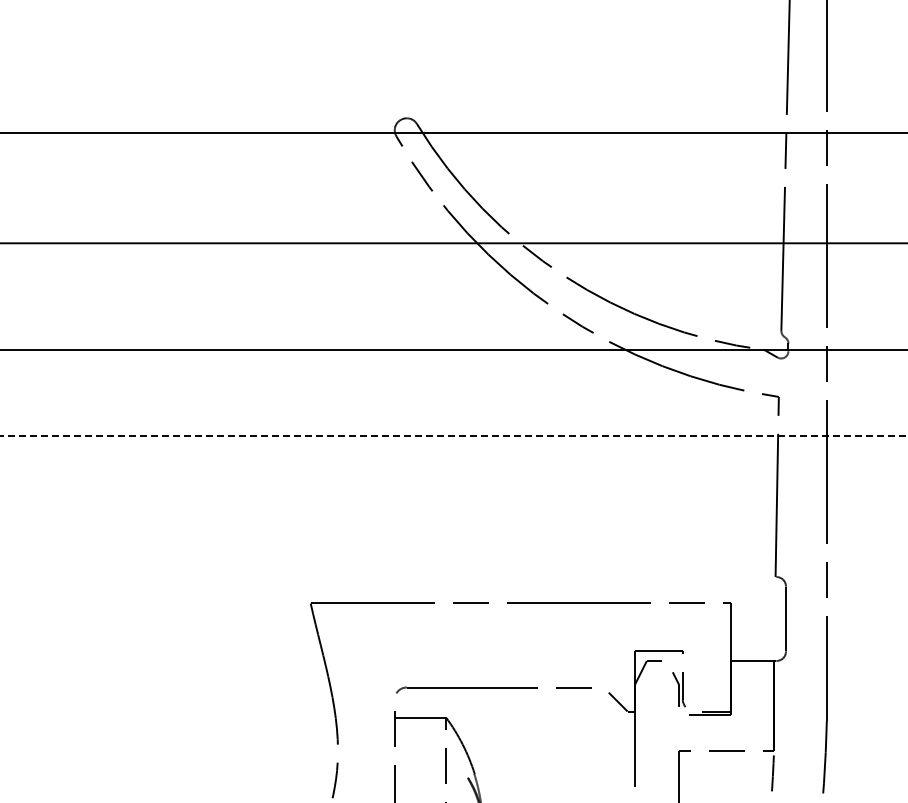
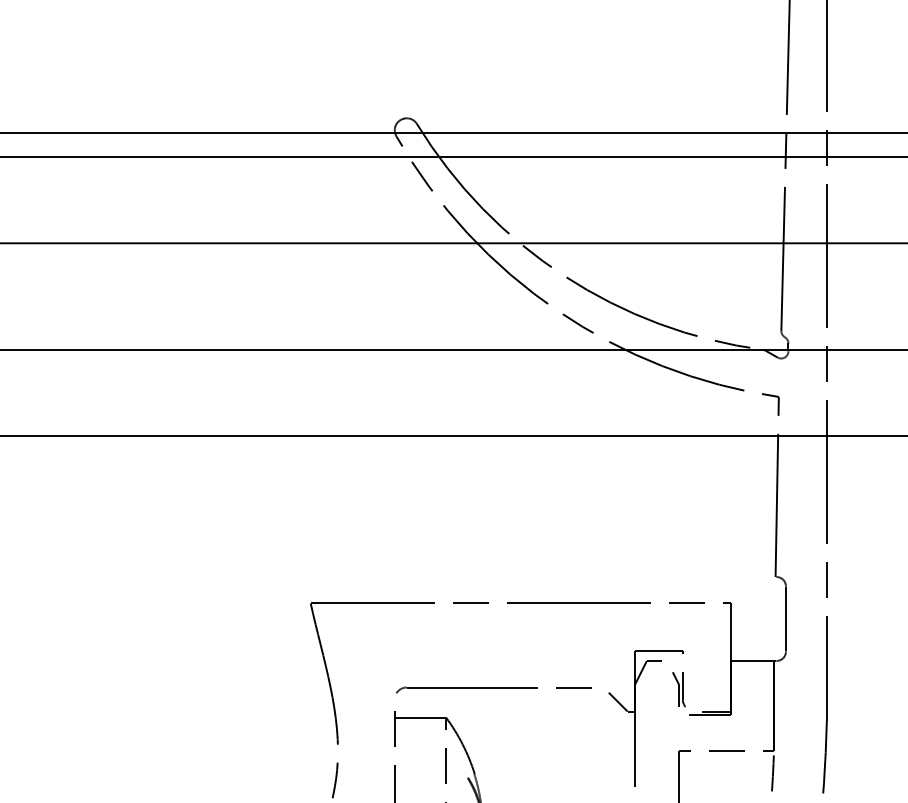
line at (453, 157): none -> present
line at (453, 435): dashed -> solid
